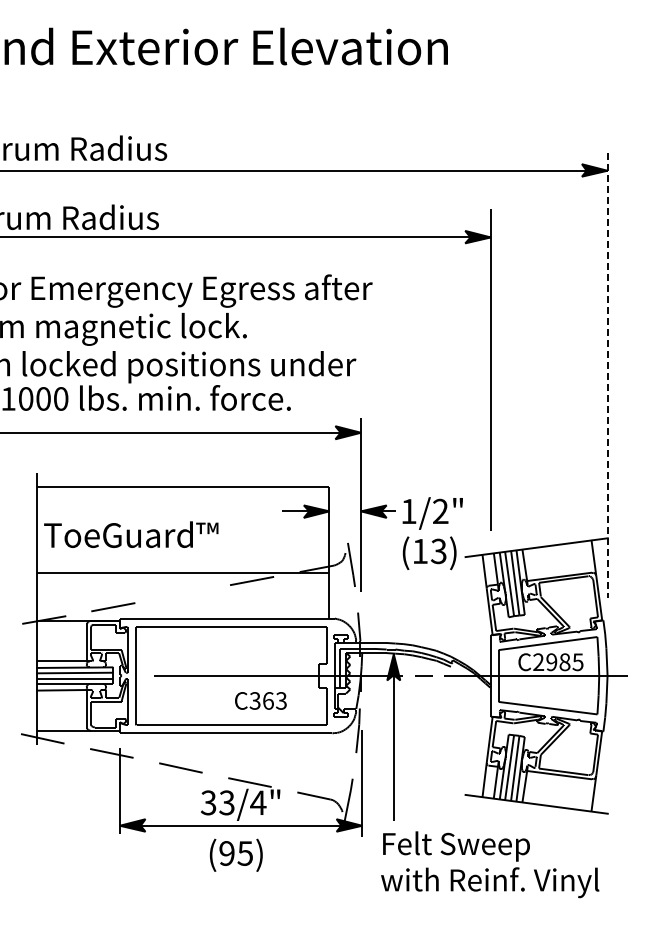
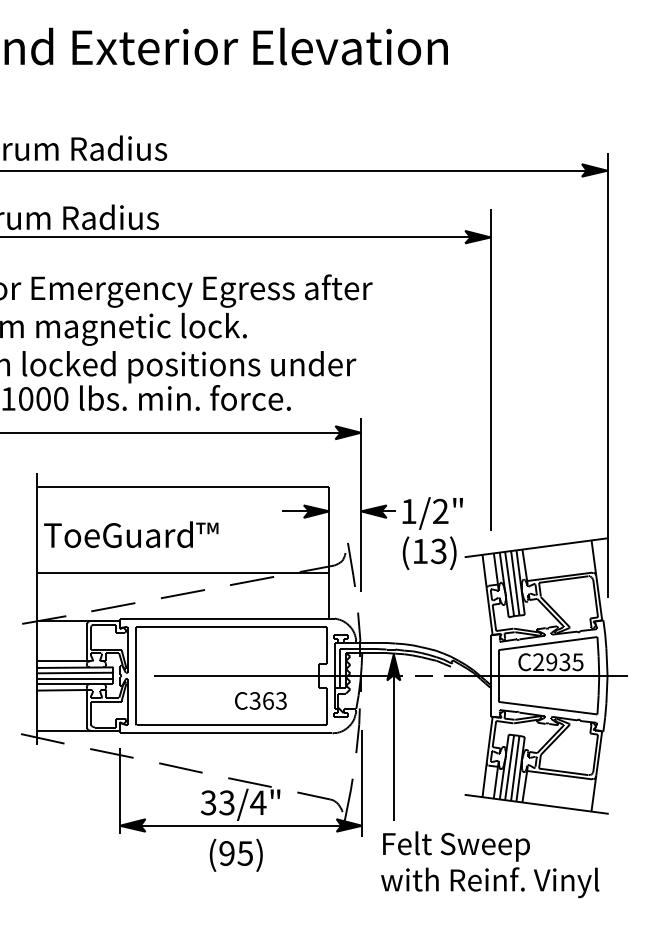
line at (607, 376): dashed -> solid
line at (183, 594): none -> present
text at (564, 661): C2985 -> C2935
